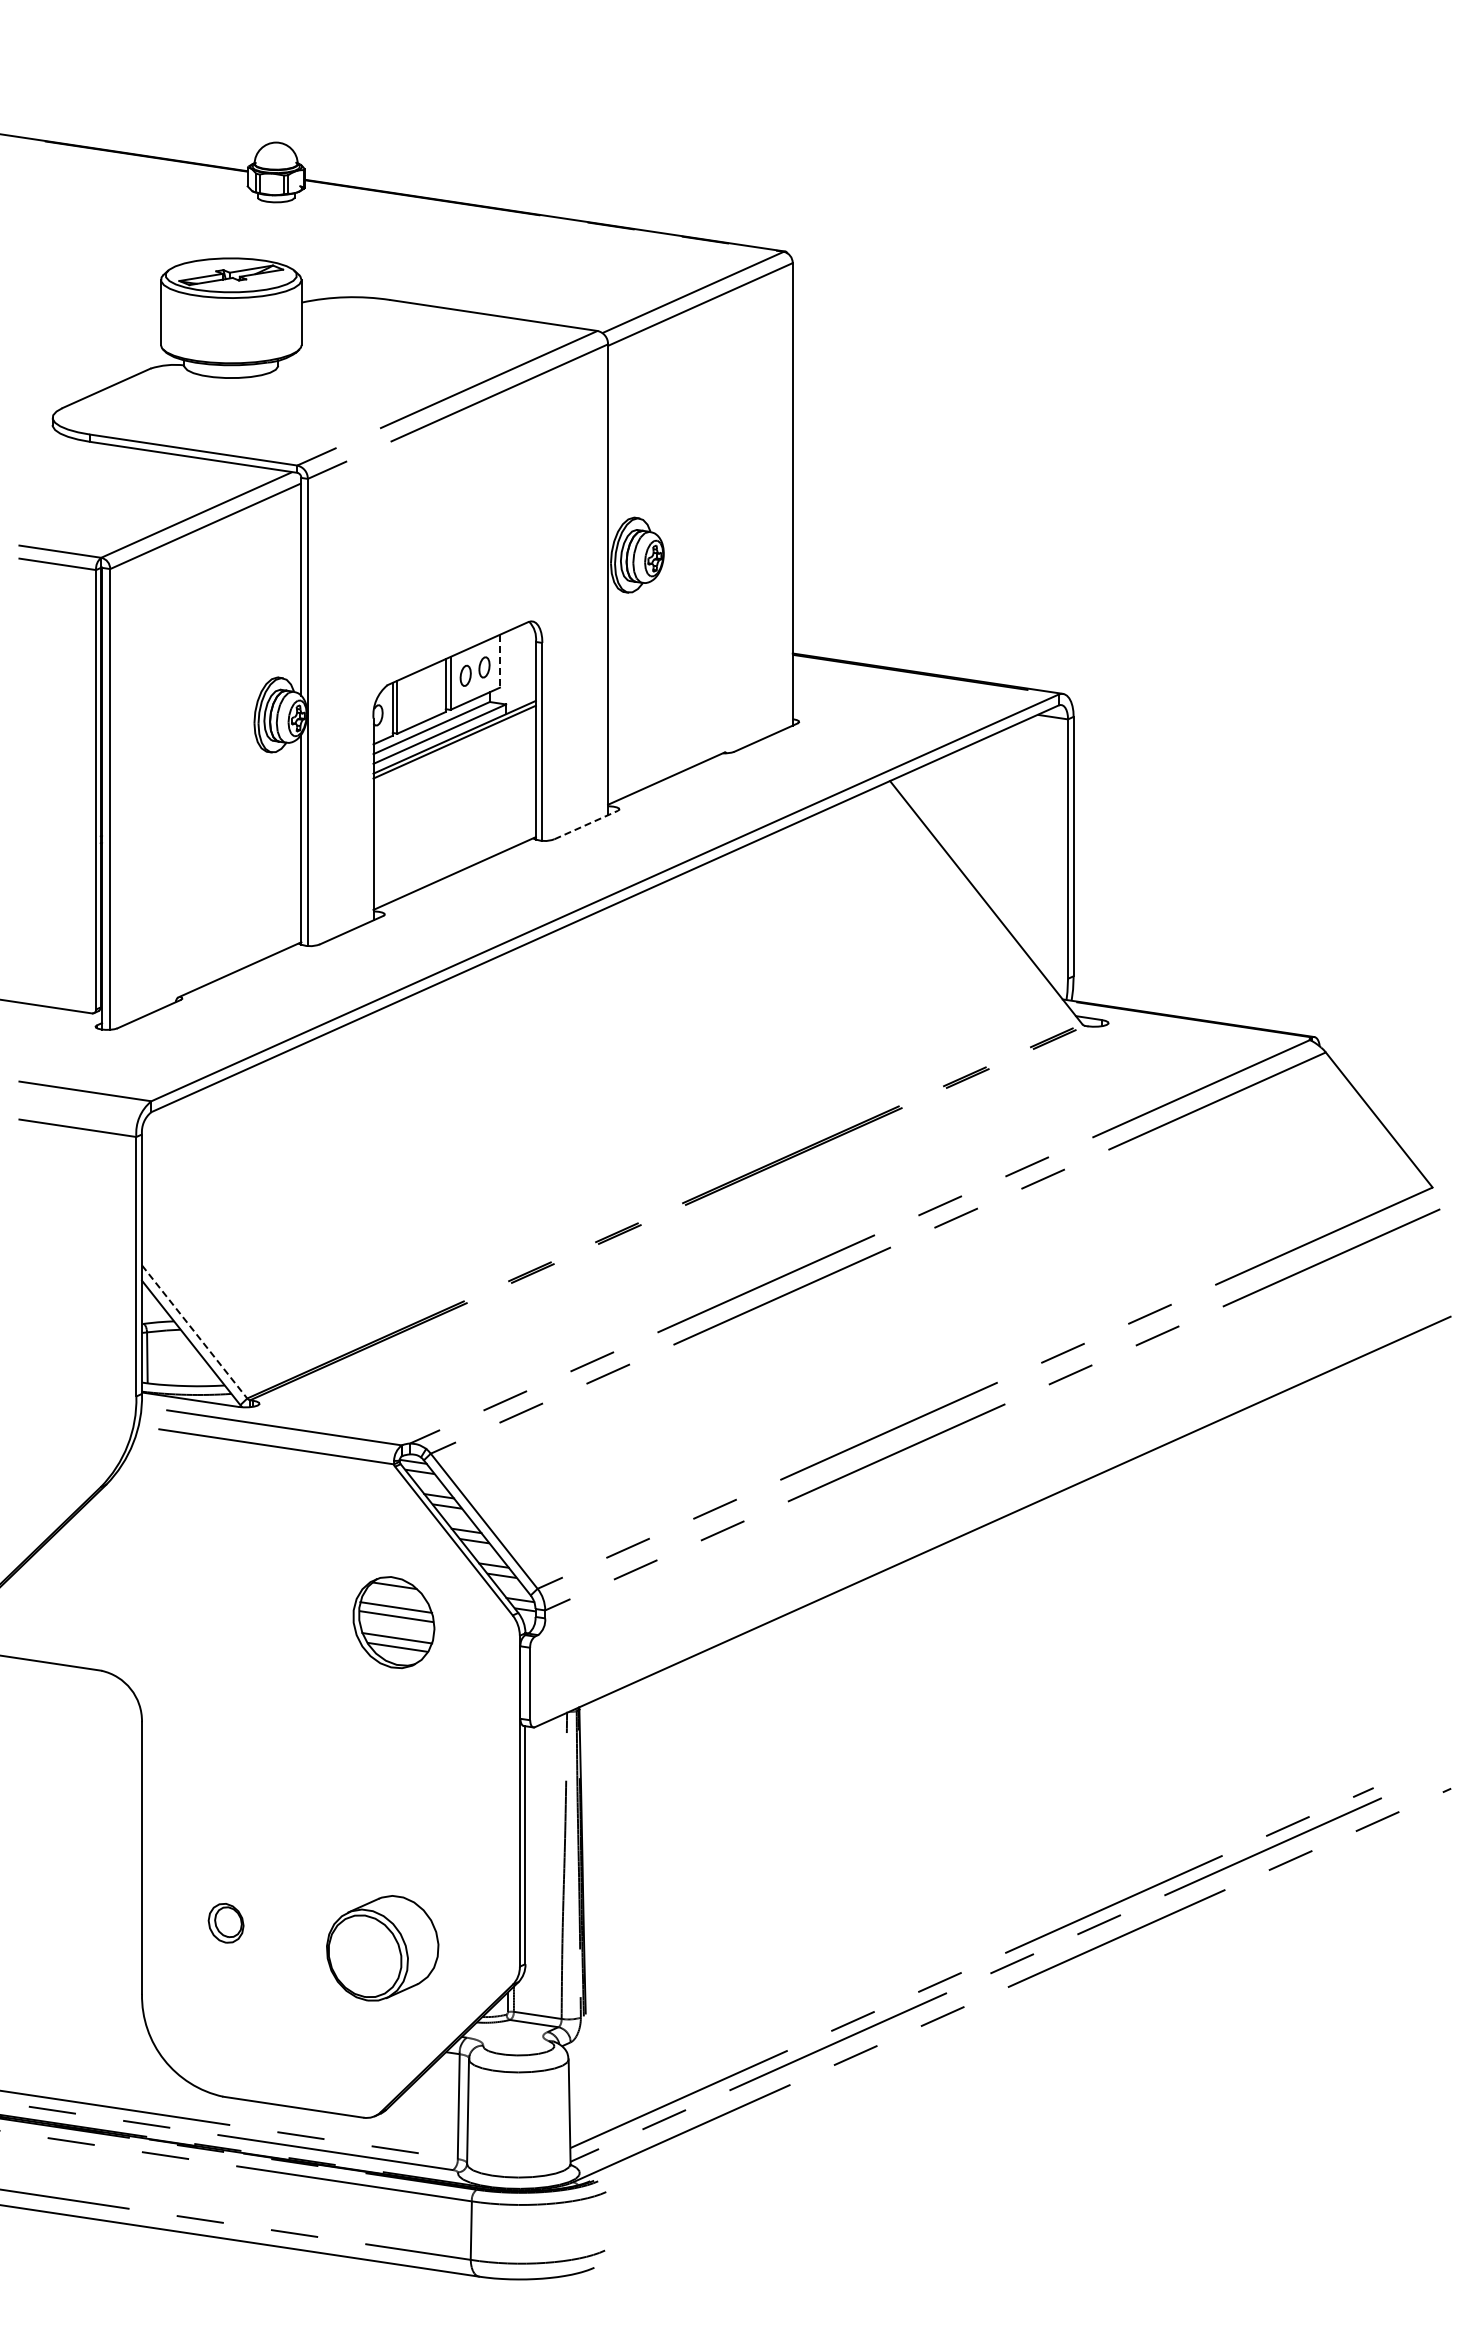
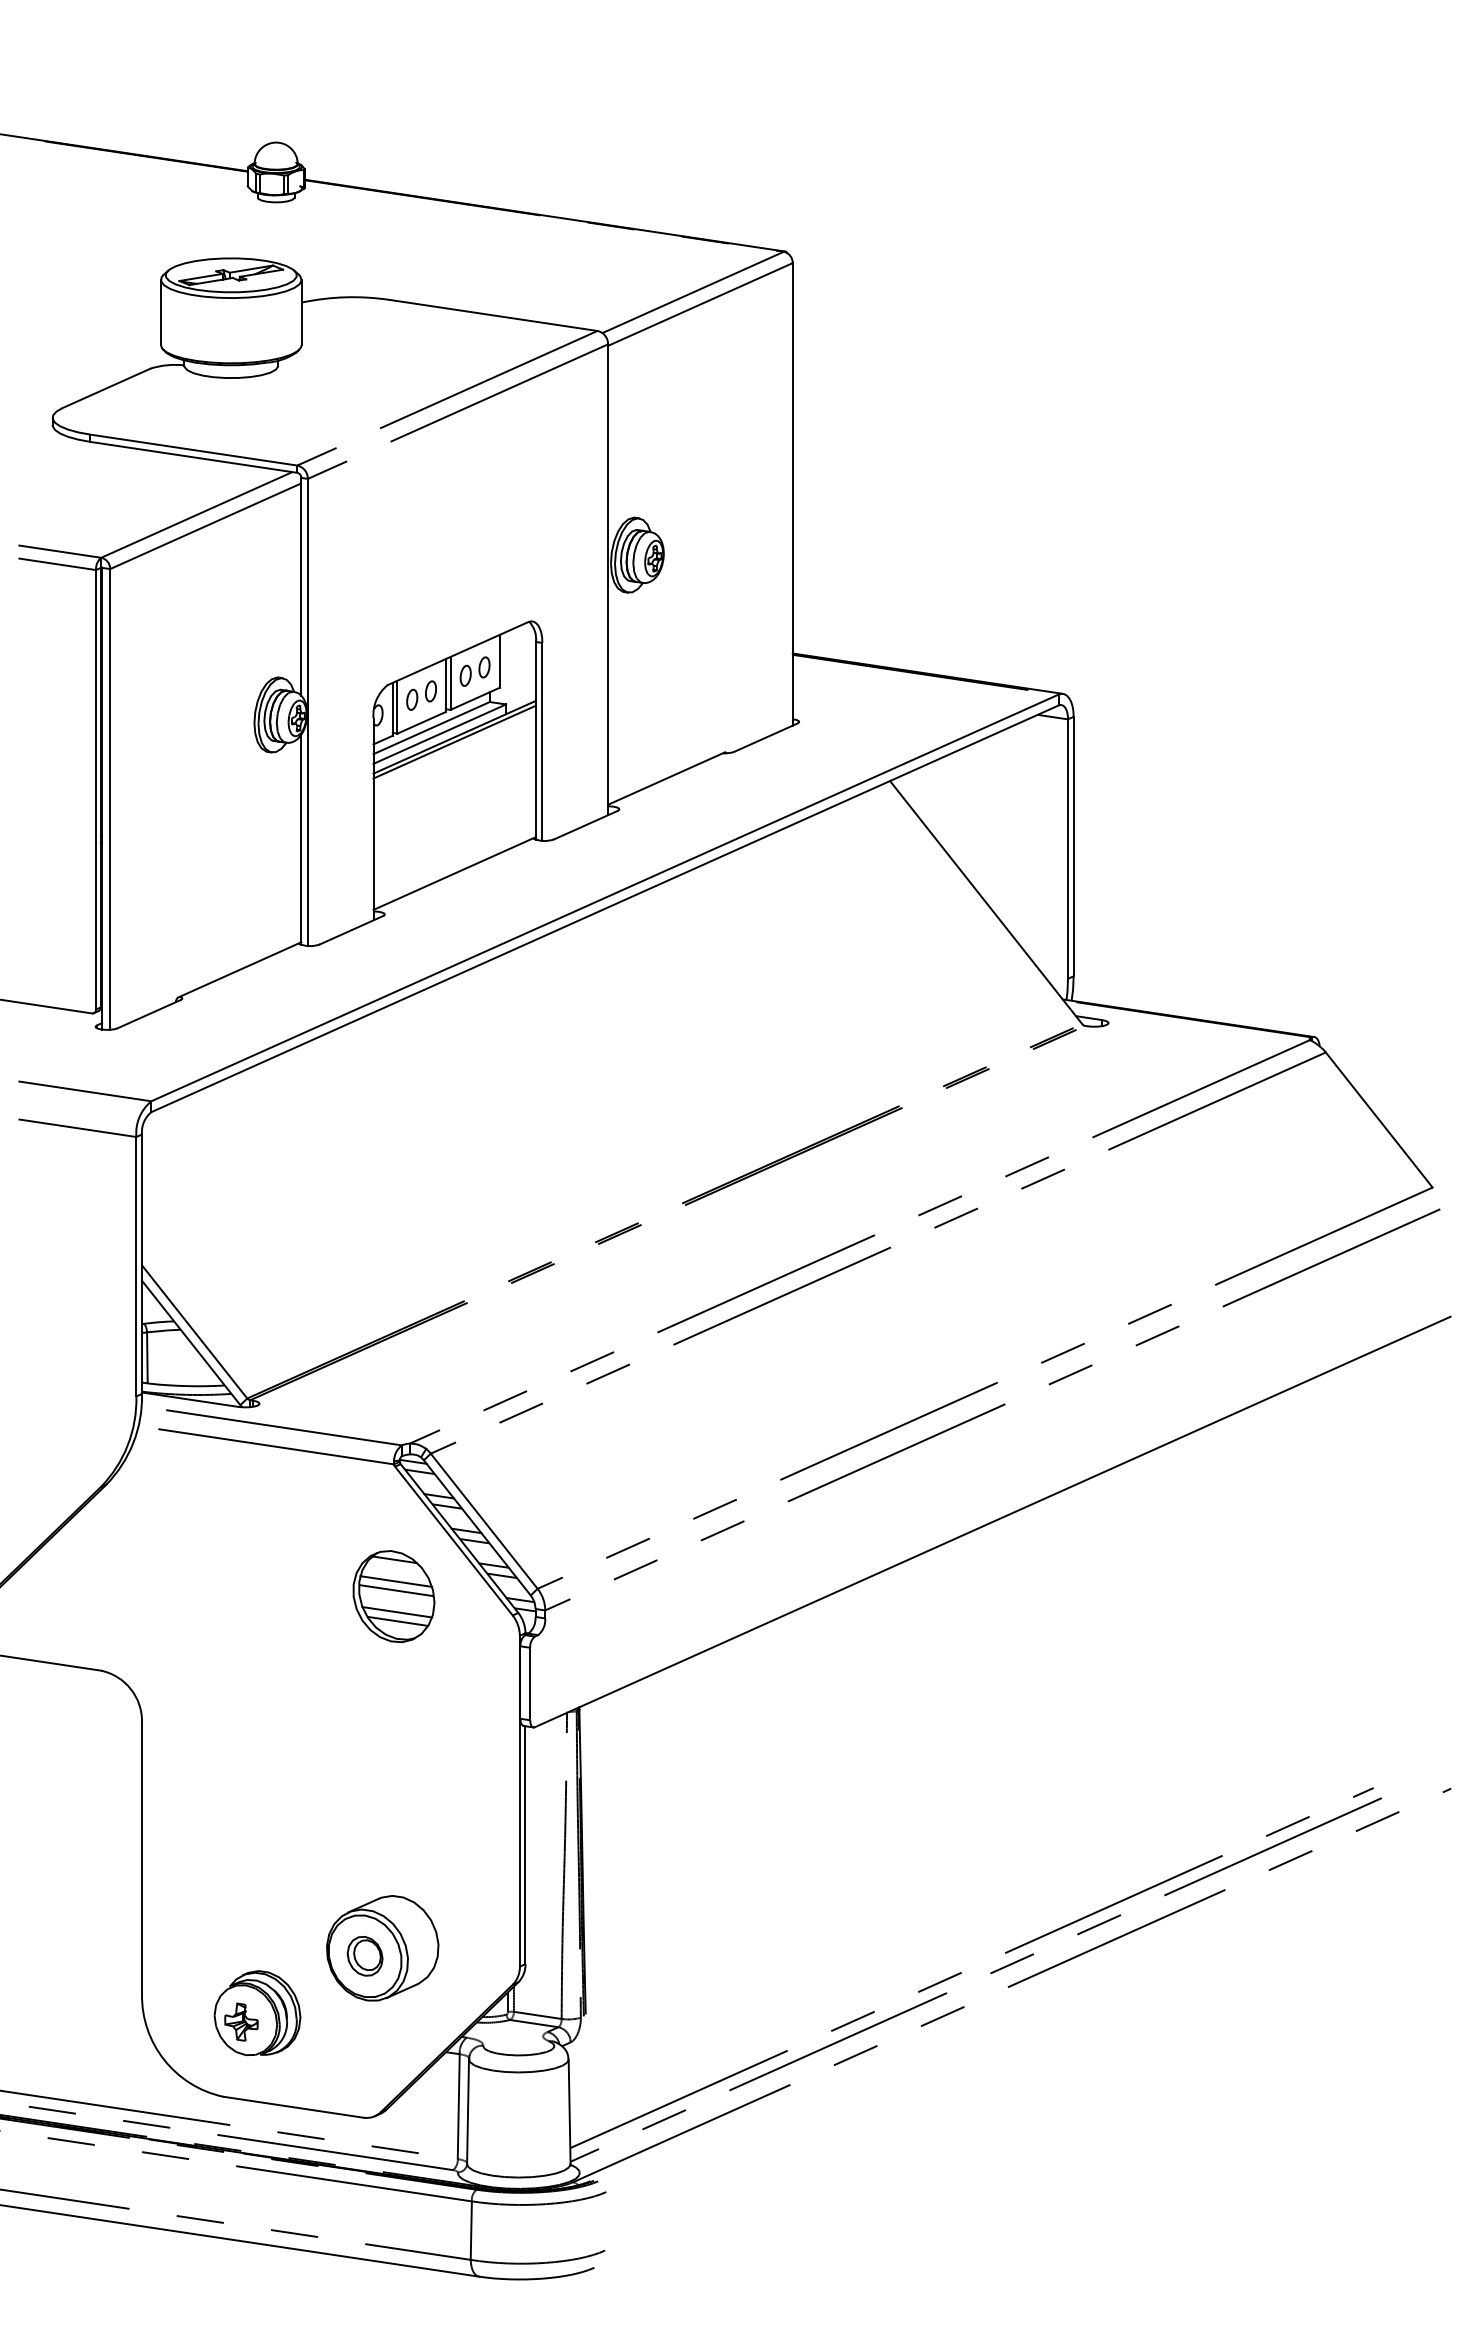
line at (499, 661): dashed -> solid
part at (421, 695): none -> present
line at (586, 825): dashed -> solid
line at (194, 1331): dashed -> solid
part at (393, 1622) position: (393, 1622) -> (393, 1596)
part at (225, 1923) position: (225, 1923) -> (364, 1956)
part at (257, 2013): none -> present
